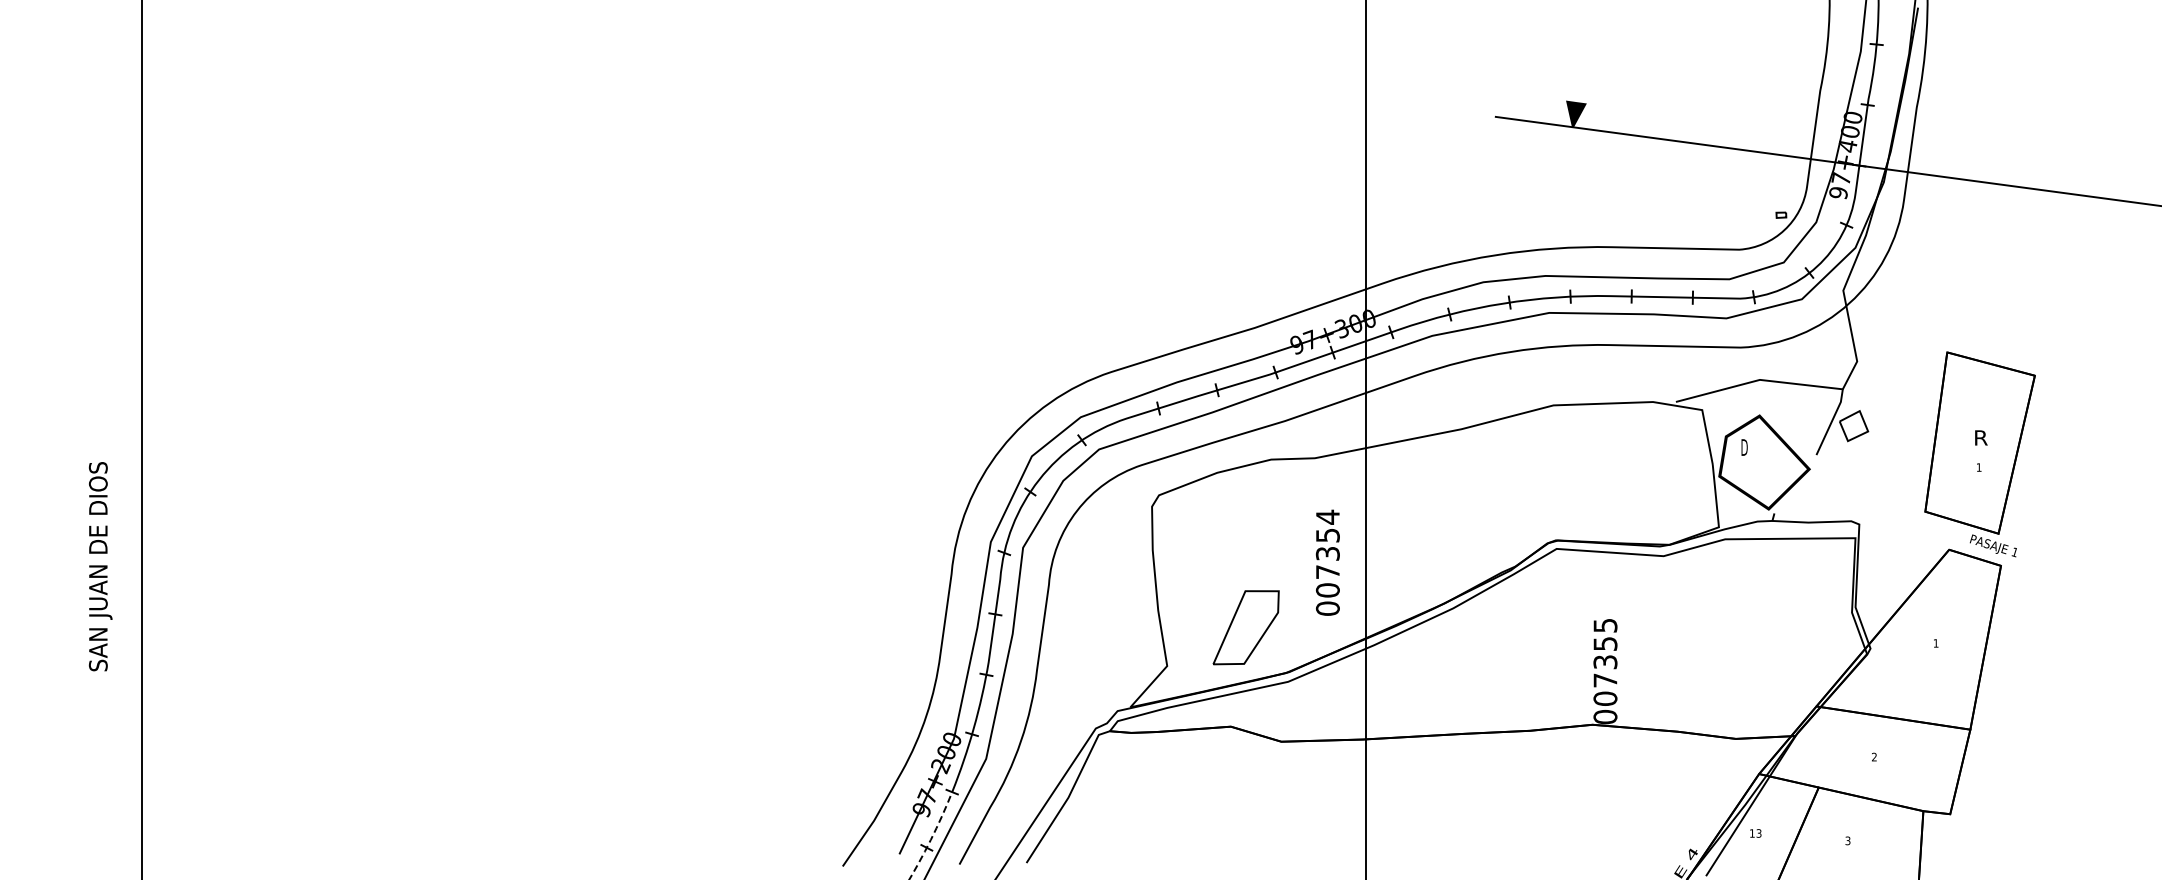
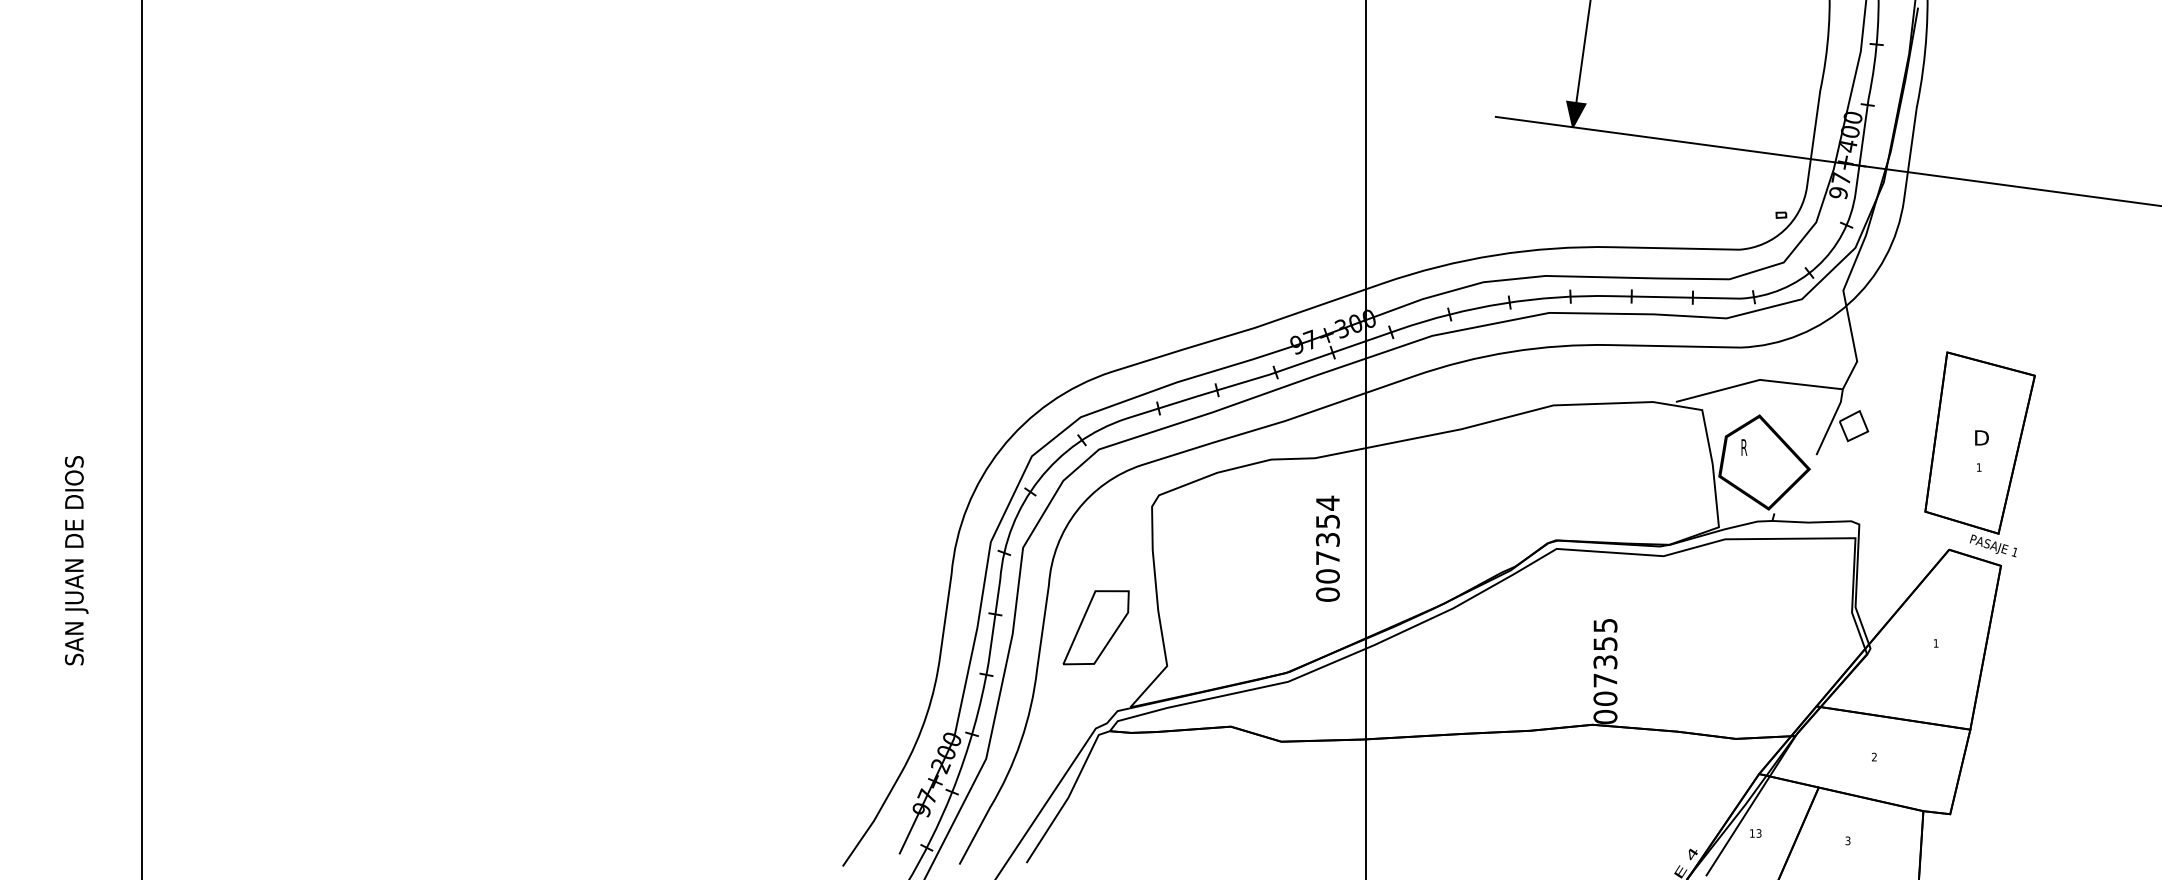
line at (1583, 52): none -> present
text at (1982, 438): R -> D
text at (1744, 447): D -> R
text at (1327, 562) position: (1327, 562) -> (1327, 548)
text at (100, 566) position: (100, 566) -> (76, 560)
part at (1245, 627) position: (1245, 627) -> (1095, 627)
line at (932, 836): dashed -> solid
